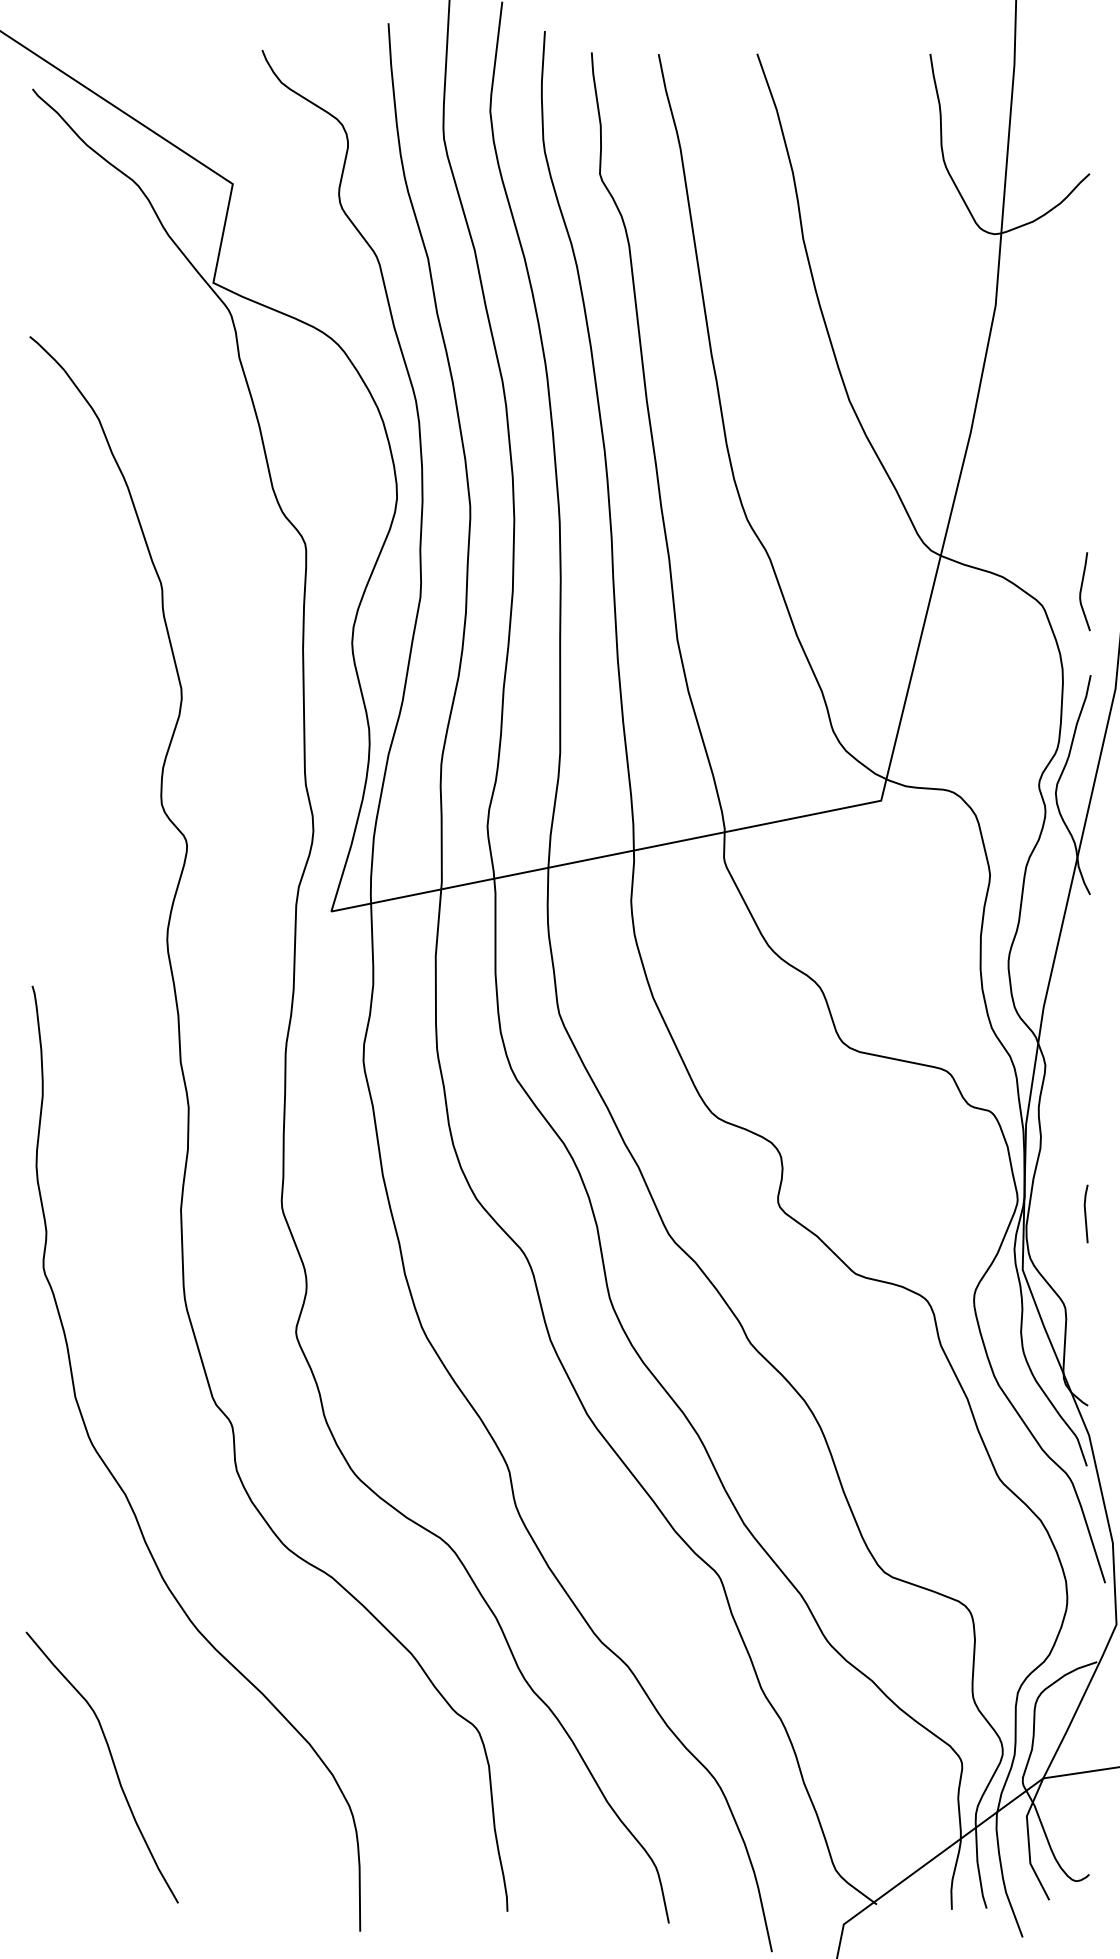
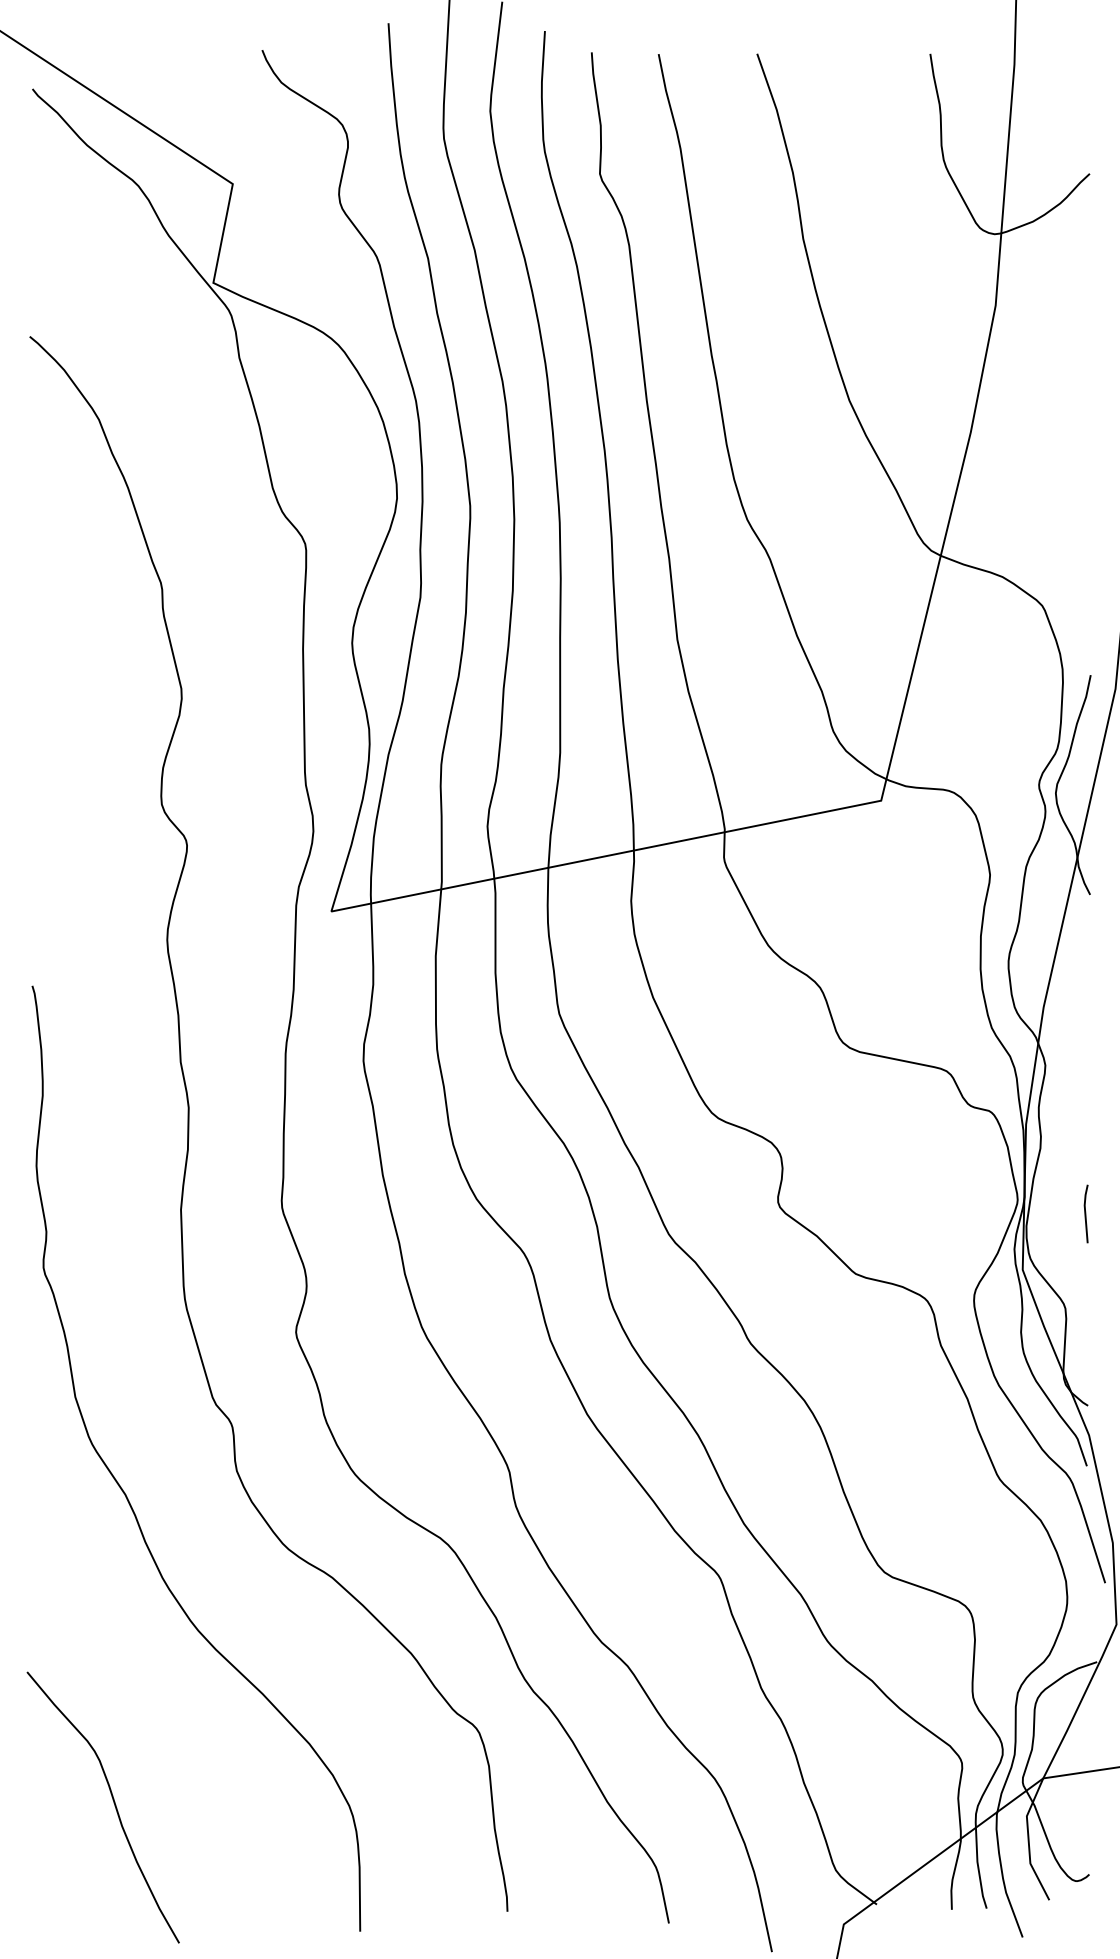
curve at (1081, 591): present -> none
curve at (112, 1763) position: (112, 1763) -> (113, 1803)
